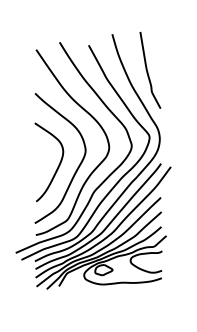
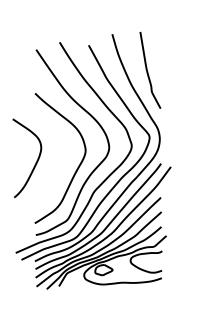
curve at (57, 166) position: (57, 166) -> (35, 162)
